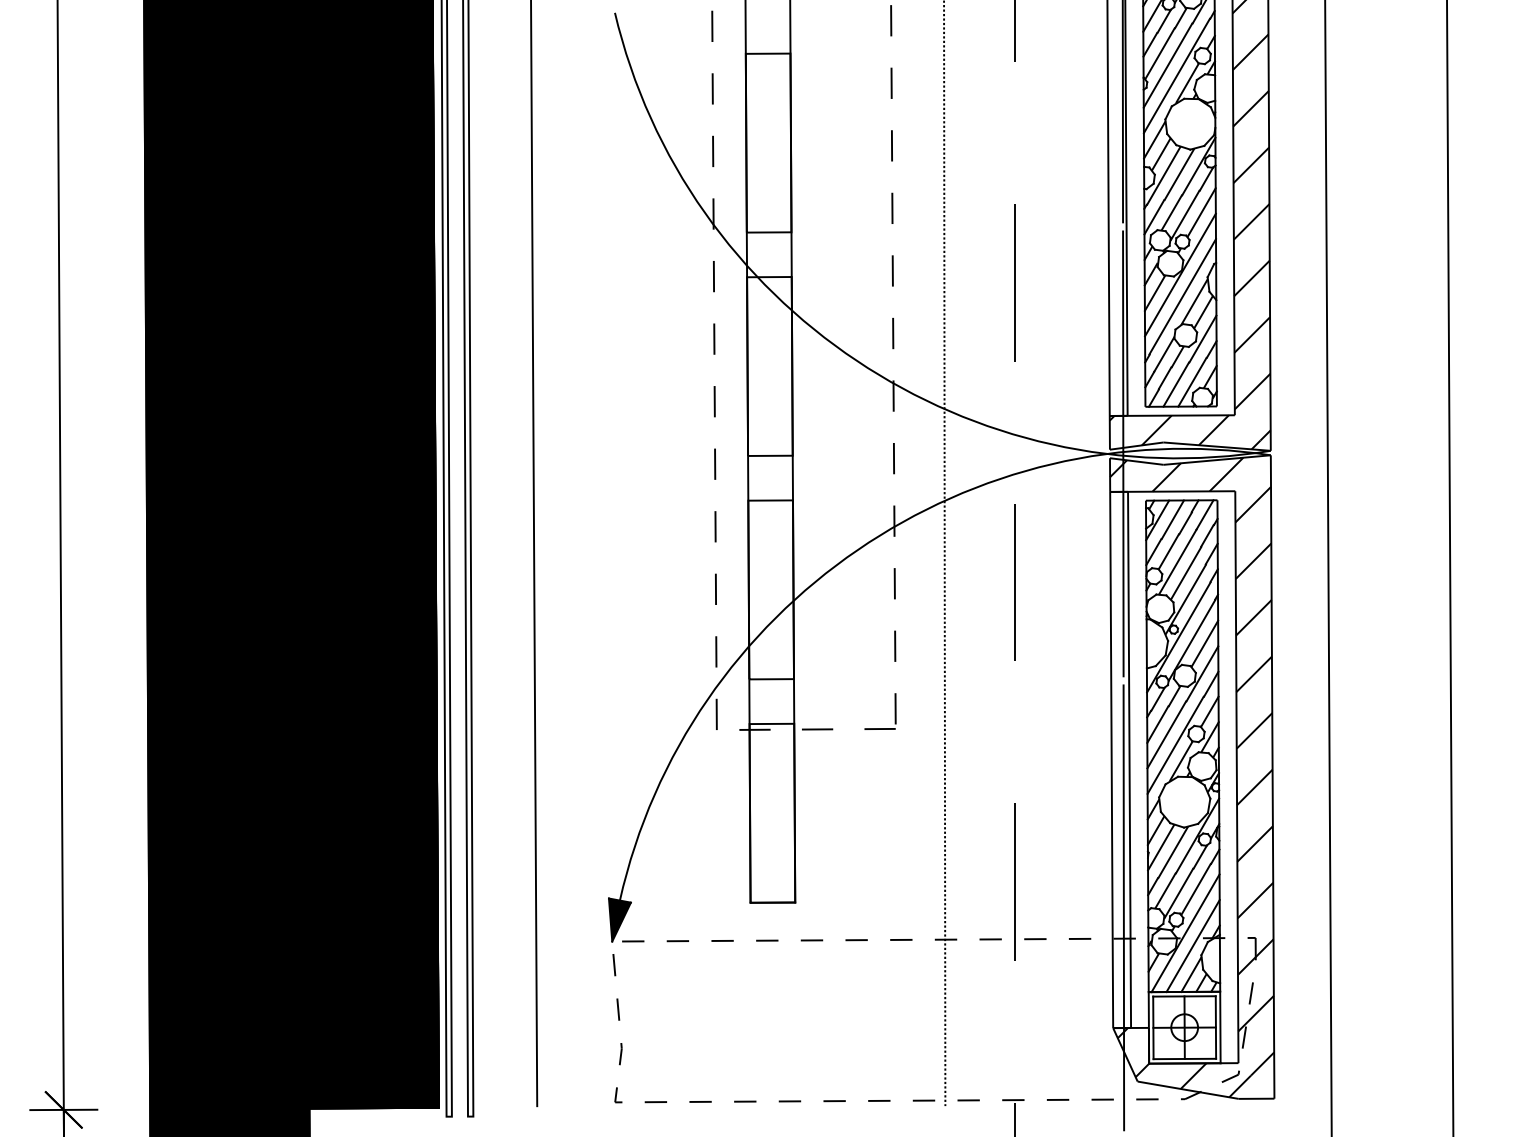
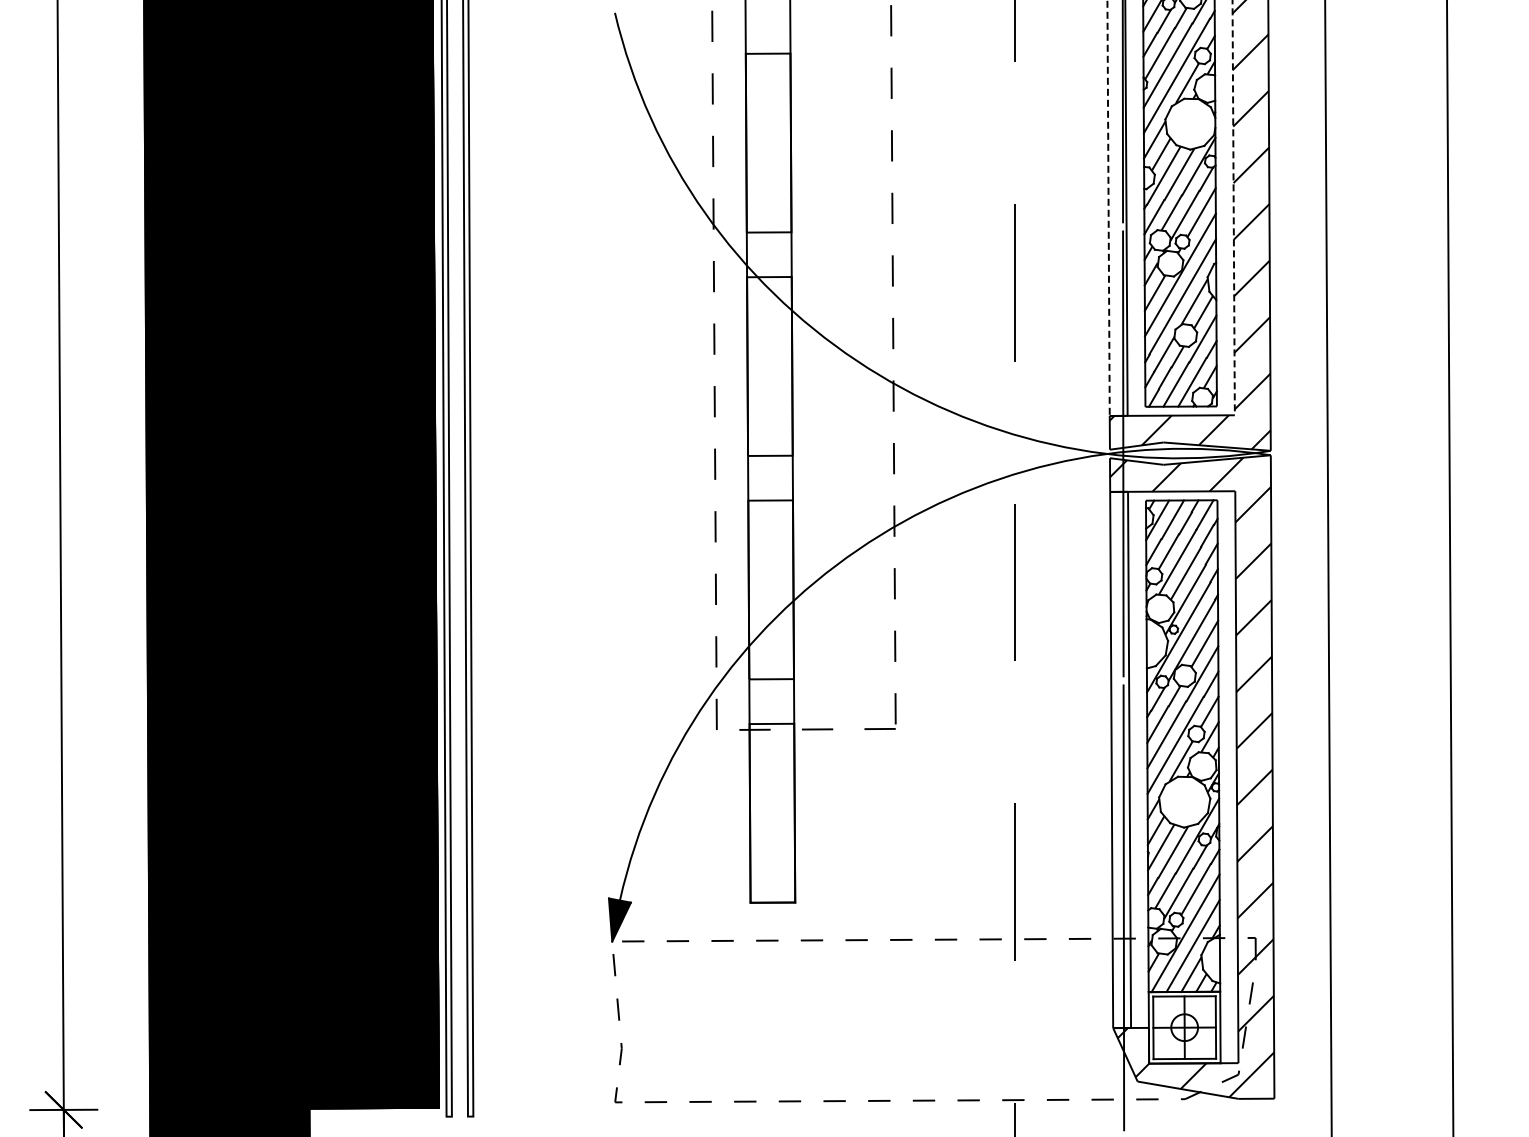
line at (1108, 208): solid -> dashed
line at (1233, 208): solid -> dashed
line at (534, 554): present -> none
line at (944, 554): present -> none
